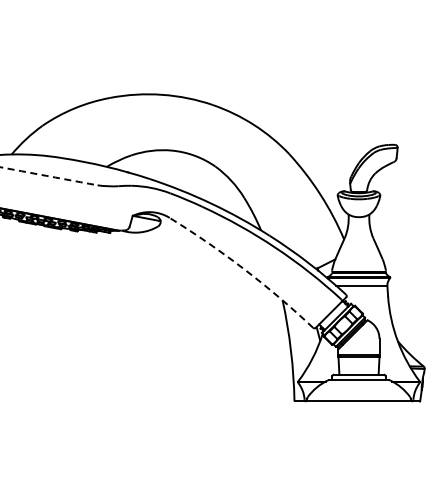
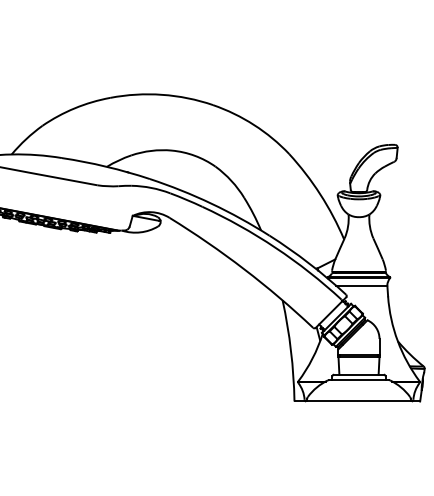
arc at (49, 176): dashed -> solid
arc at (244, 269): dashed -> solid
